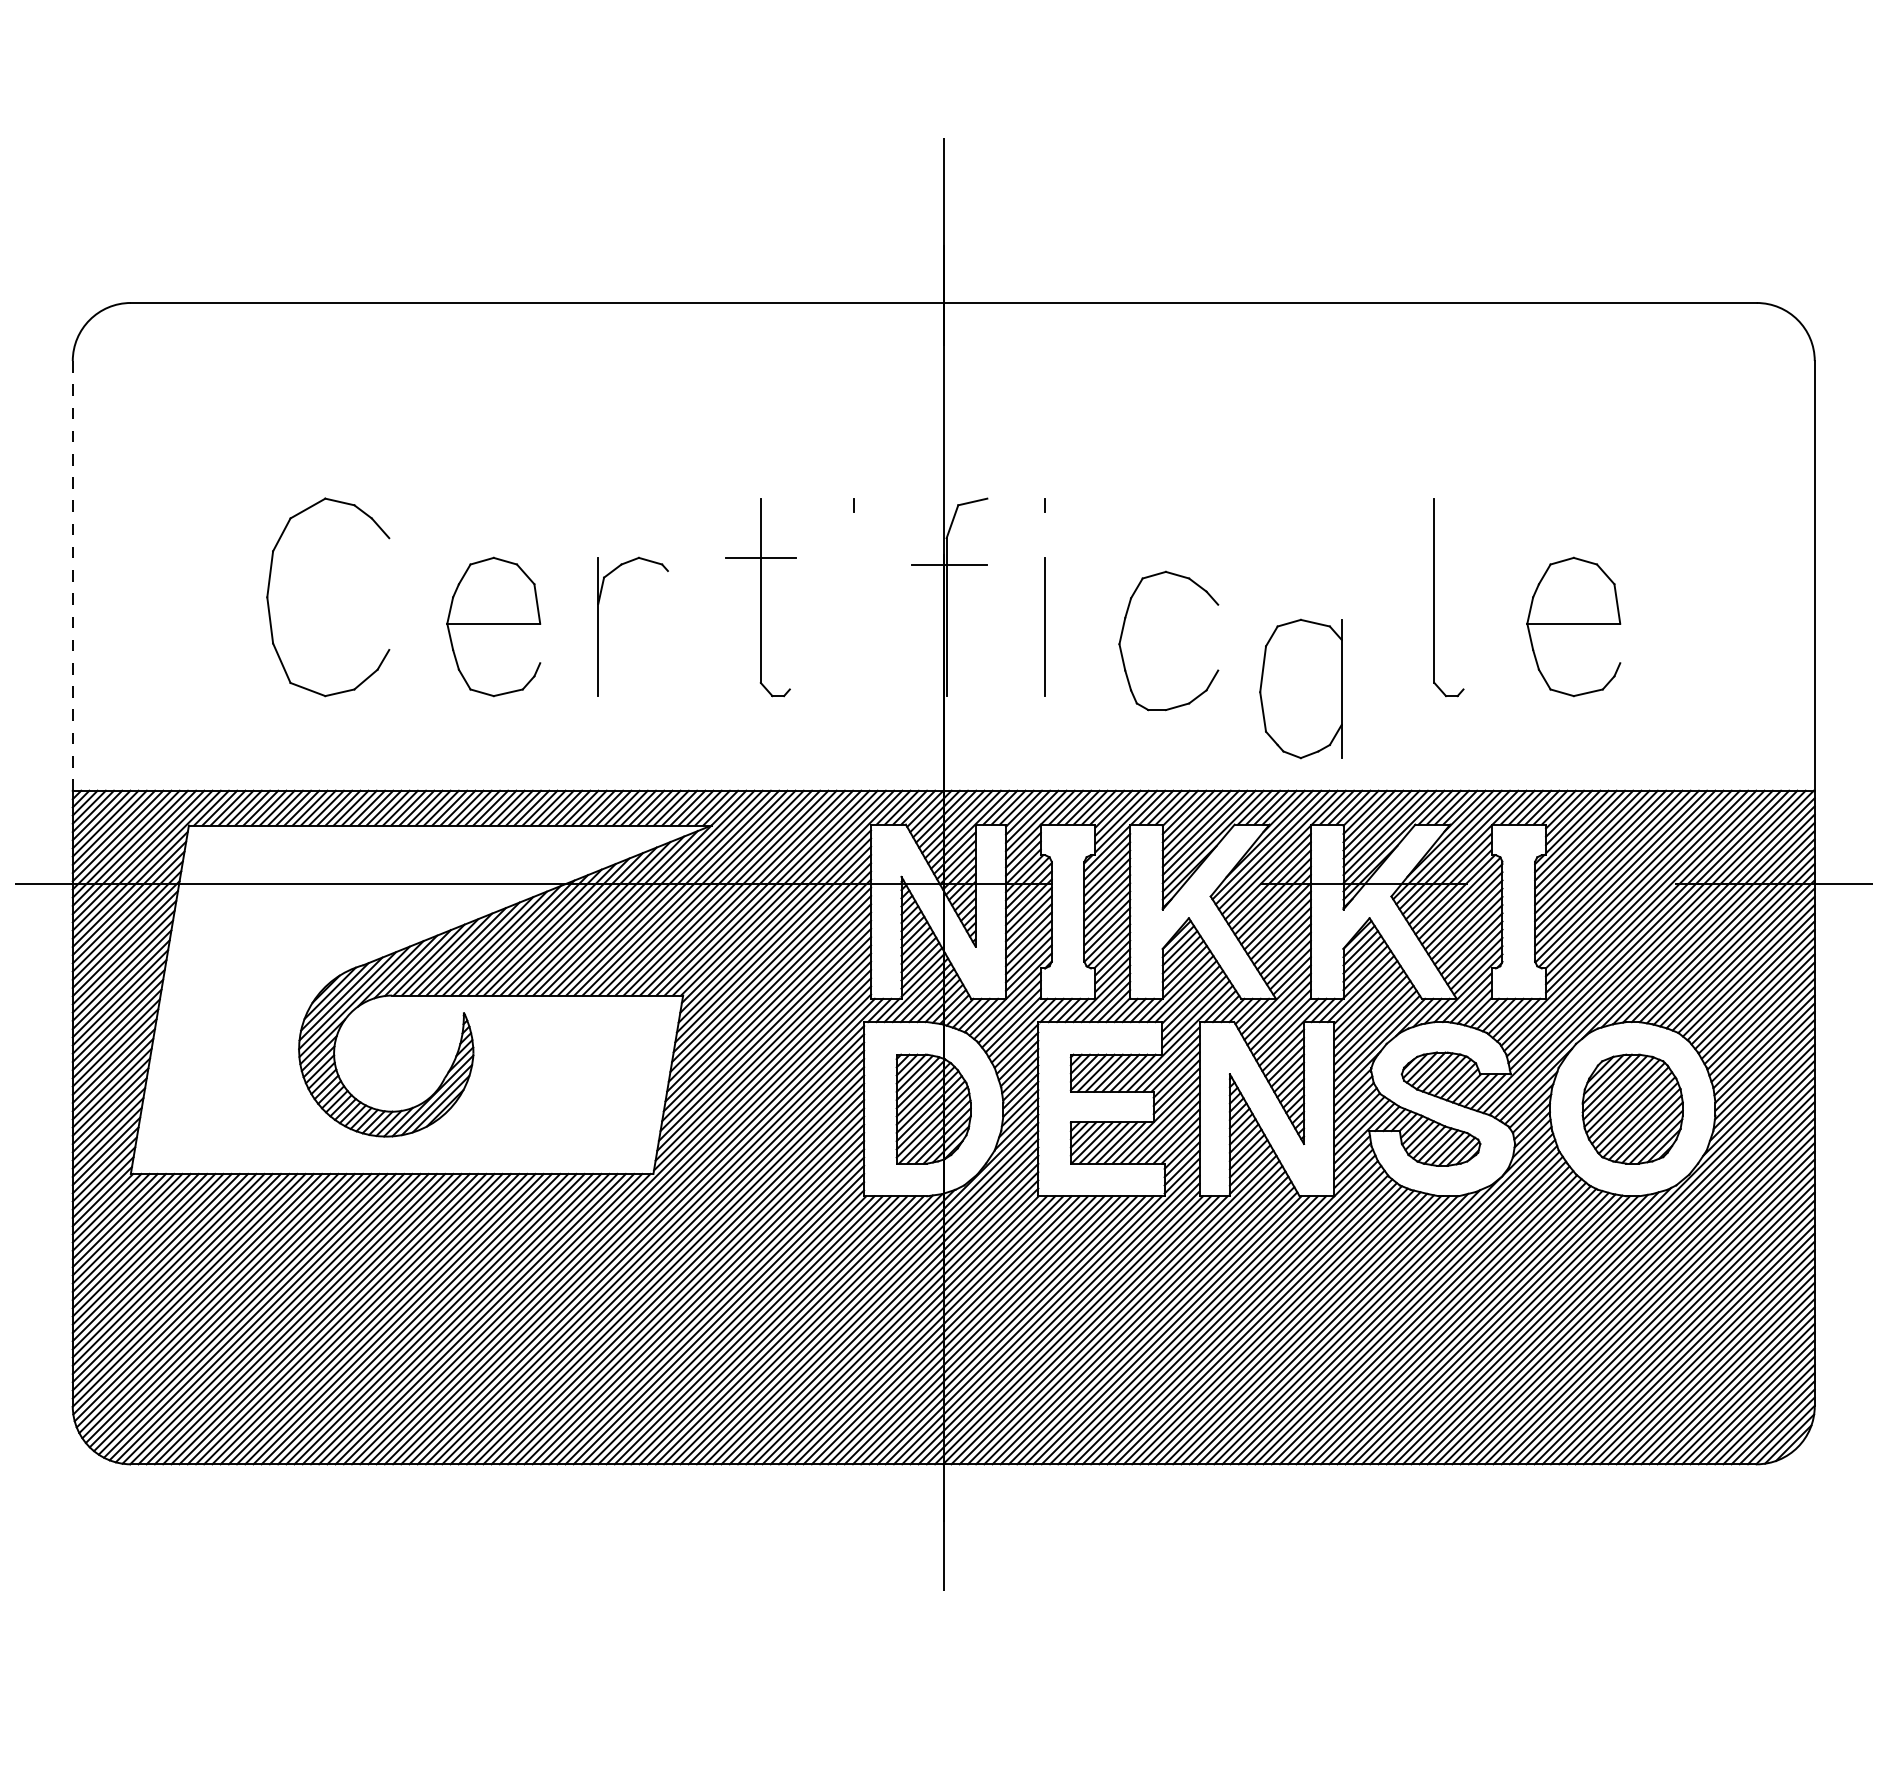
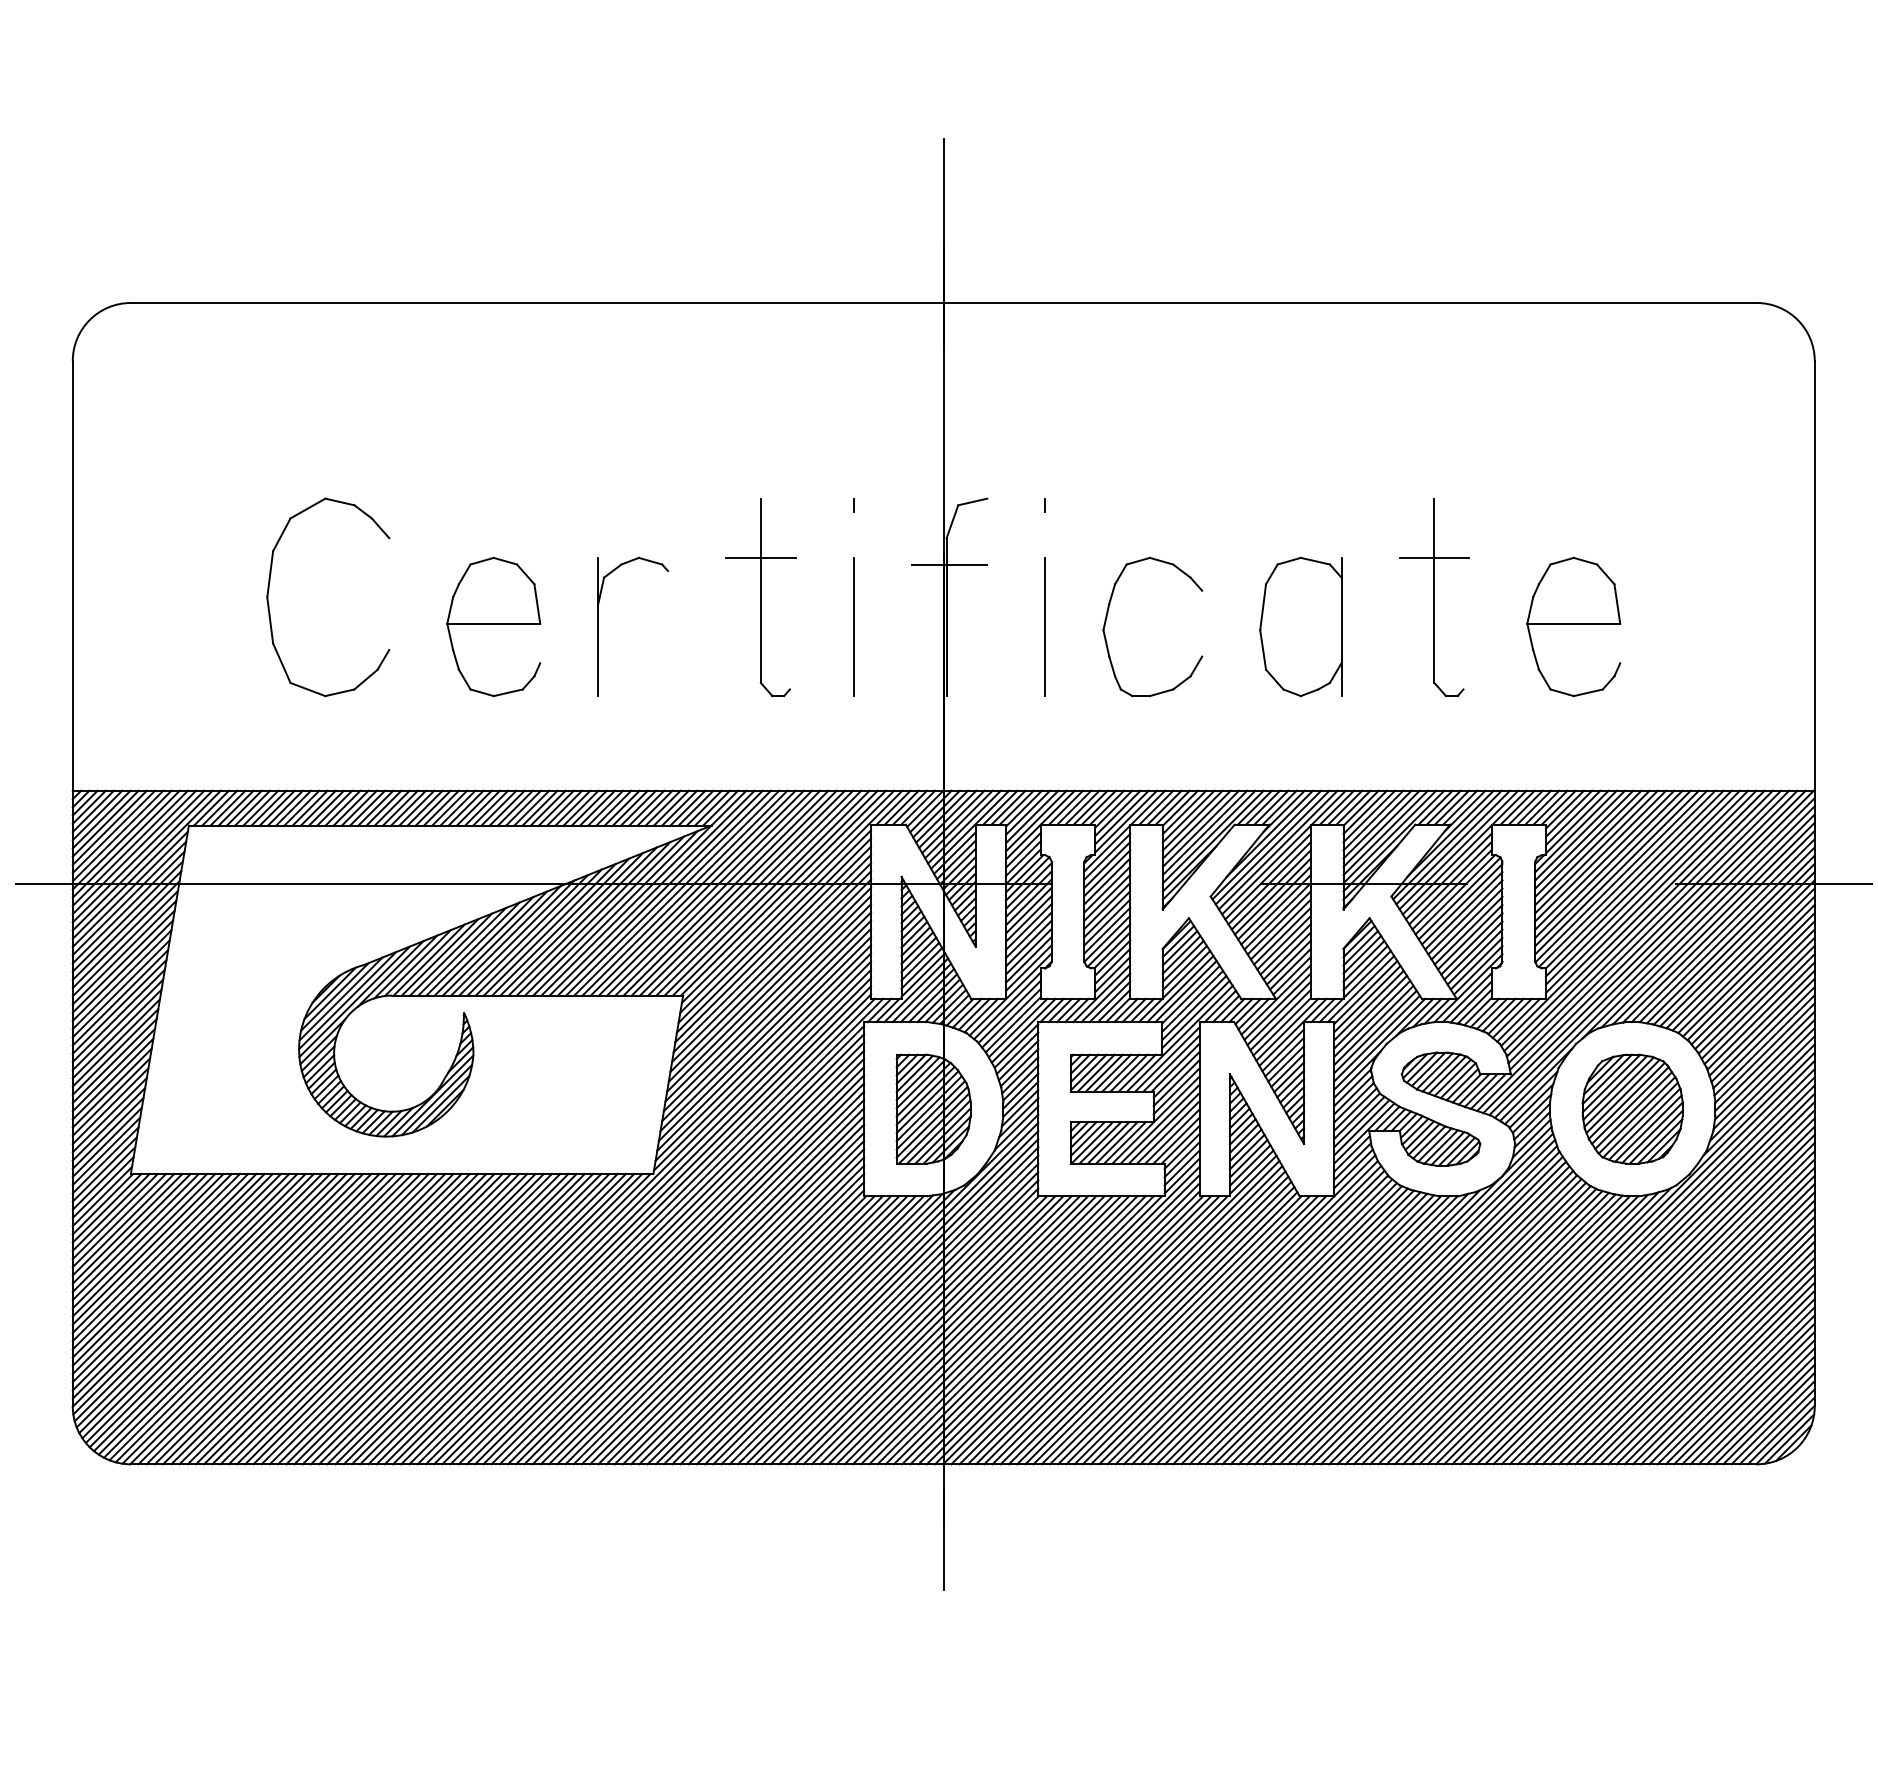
line at (1434, 557): none -> present
line at (72, 575): dashed -> solid
line at (853, 626): none -> present
part at (1124, 627) position: (1124, 627) -> (1108, 613)
part at (1300, 688) position: (1300, 688) -> (1300, 626)
